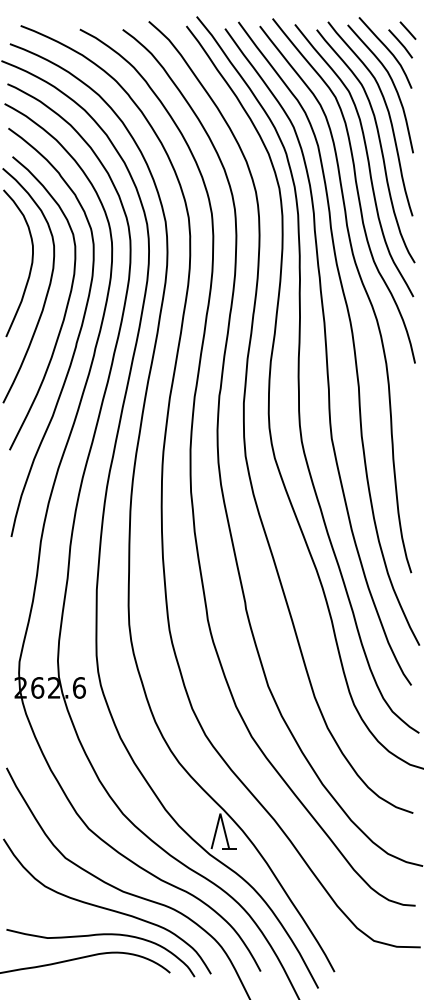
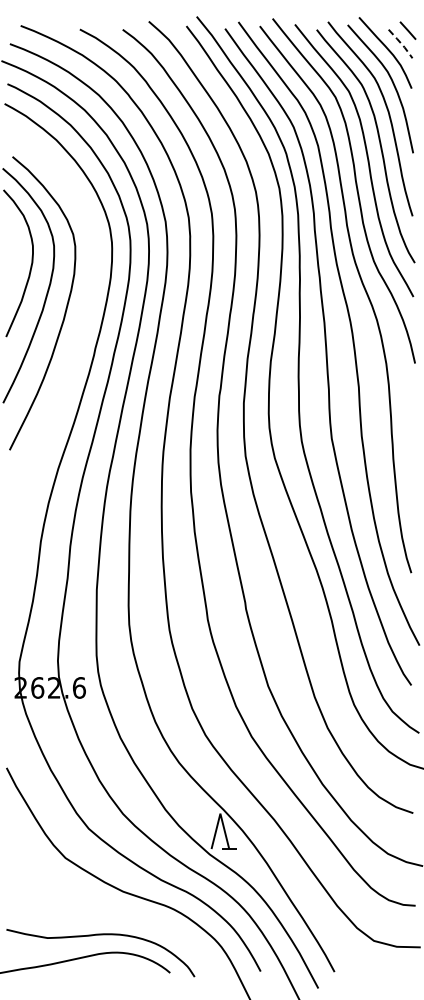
line at (401, 43): solid -> dashed
curve at (76, 339): present -> none
curve at (106, 907): present -> none
